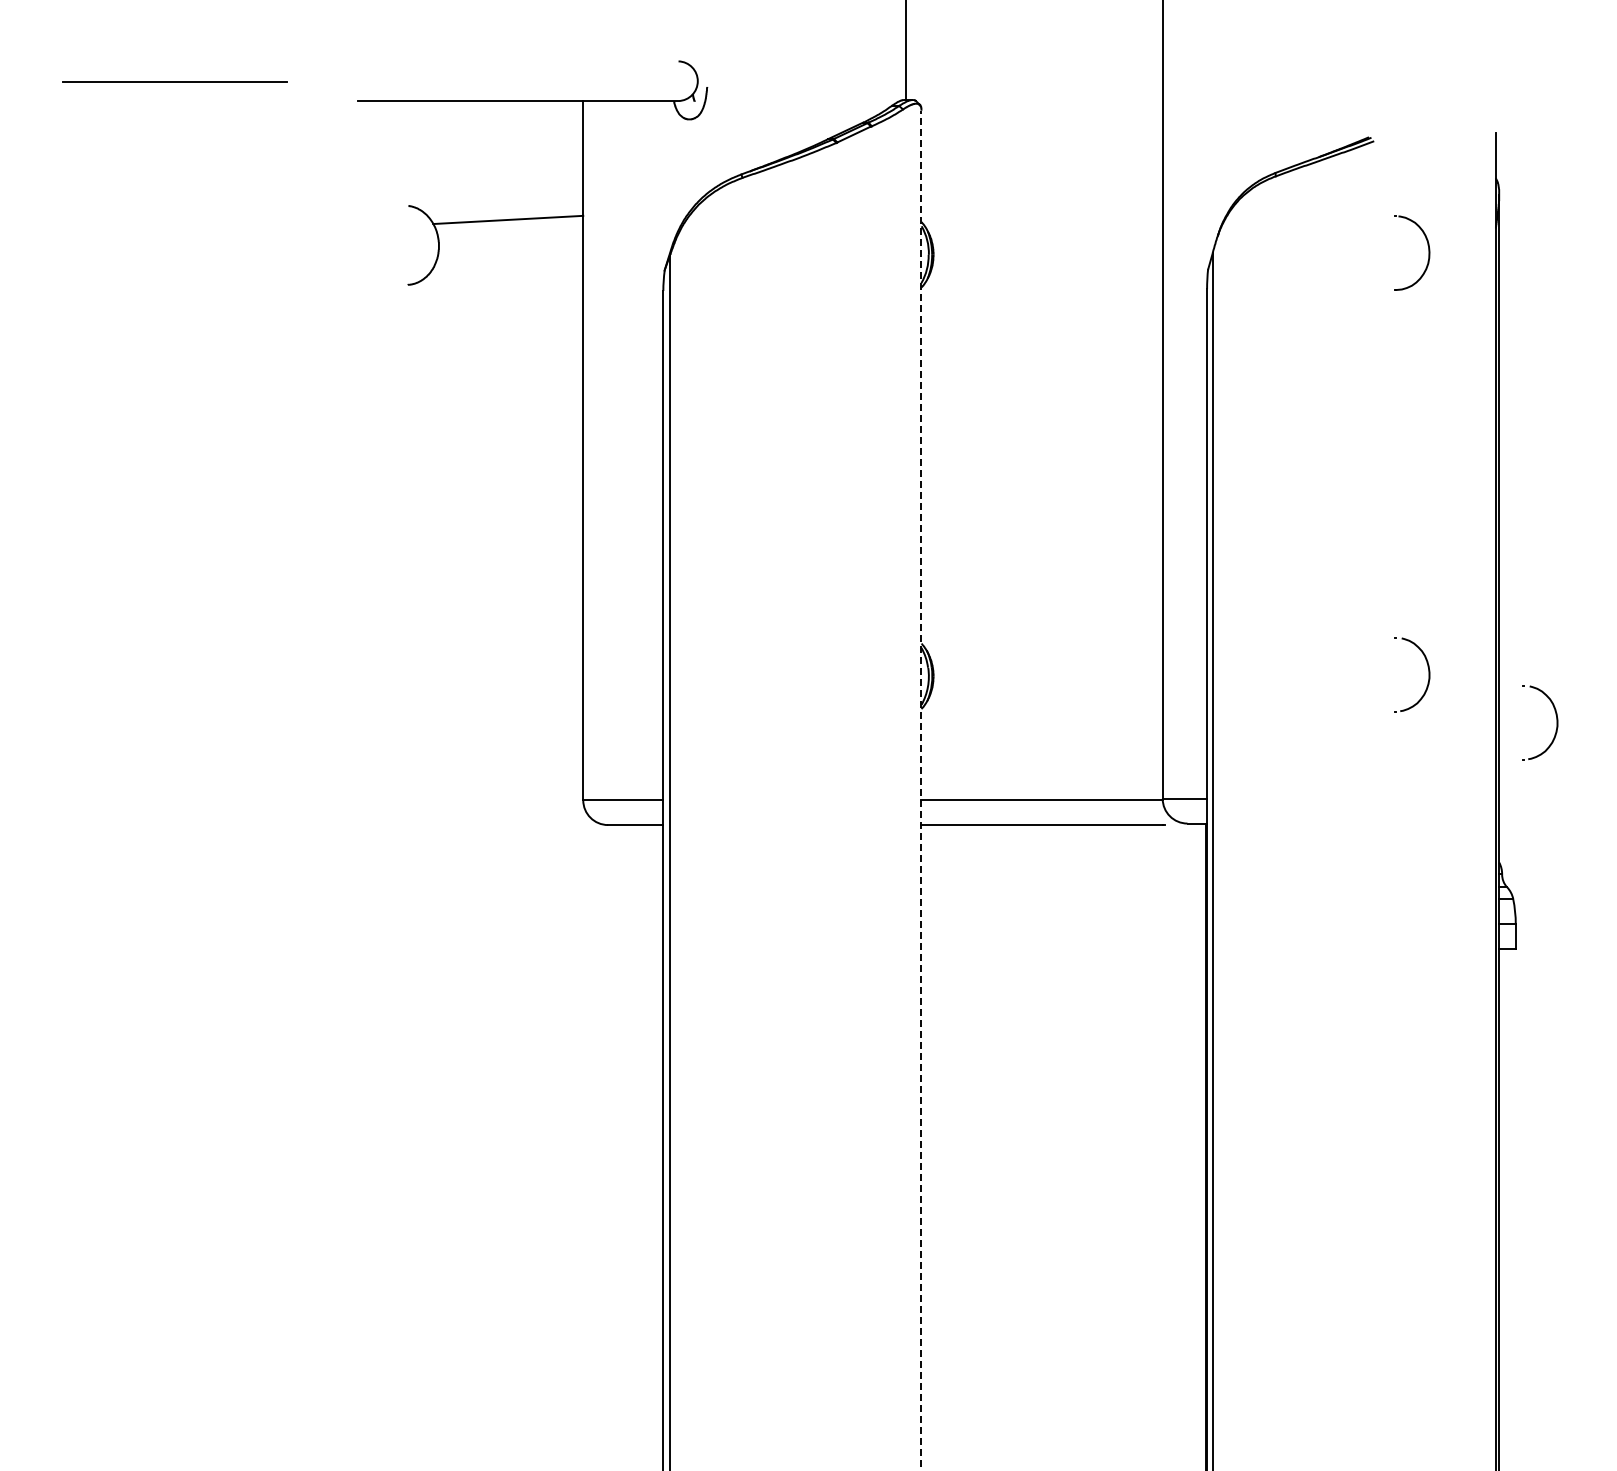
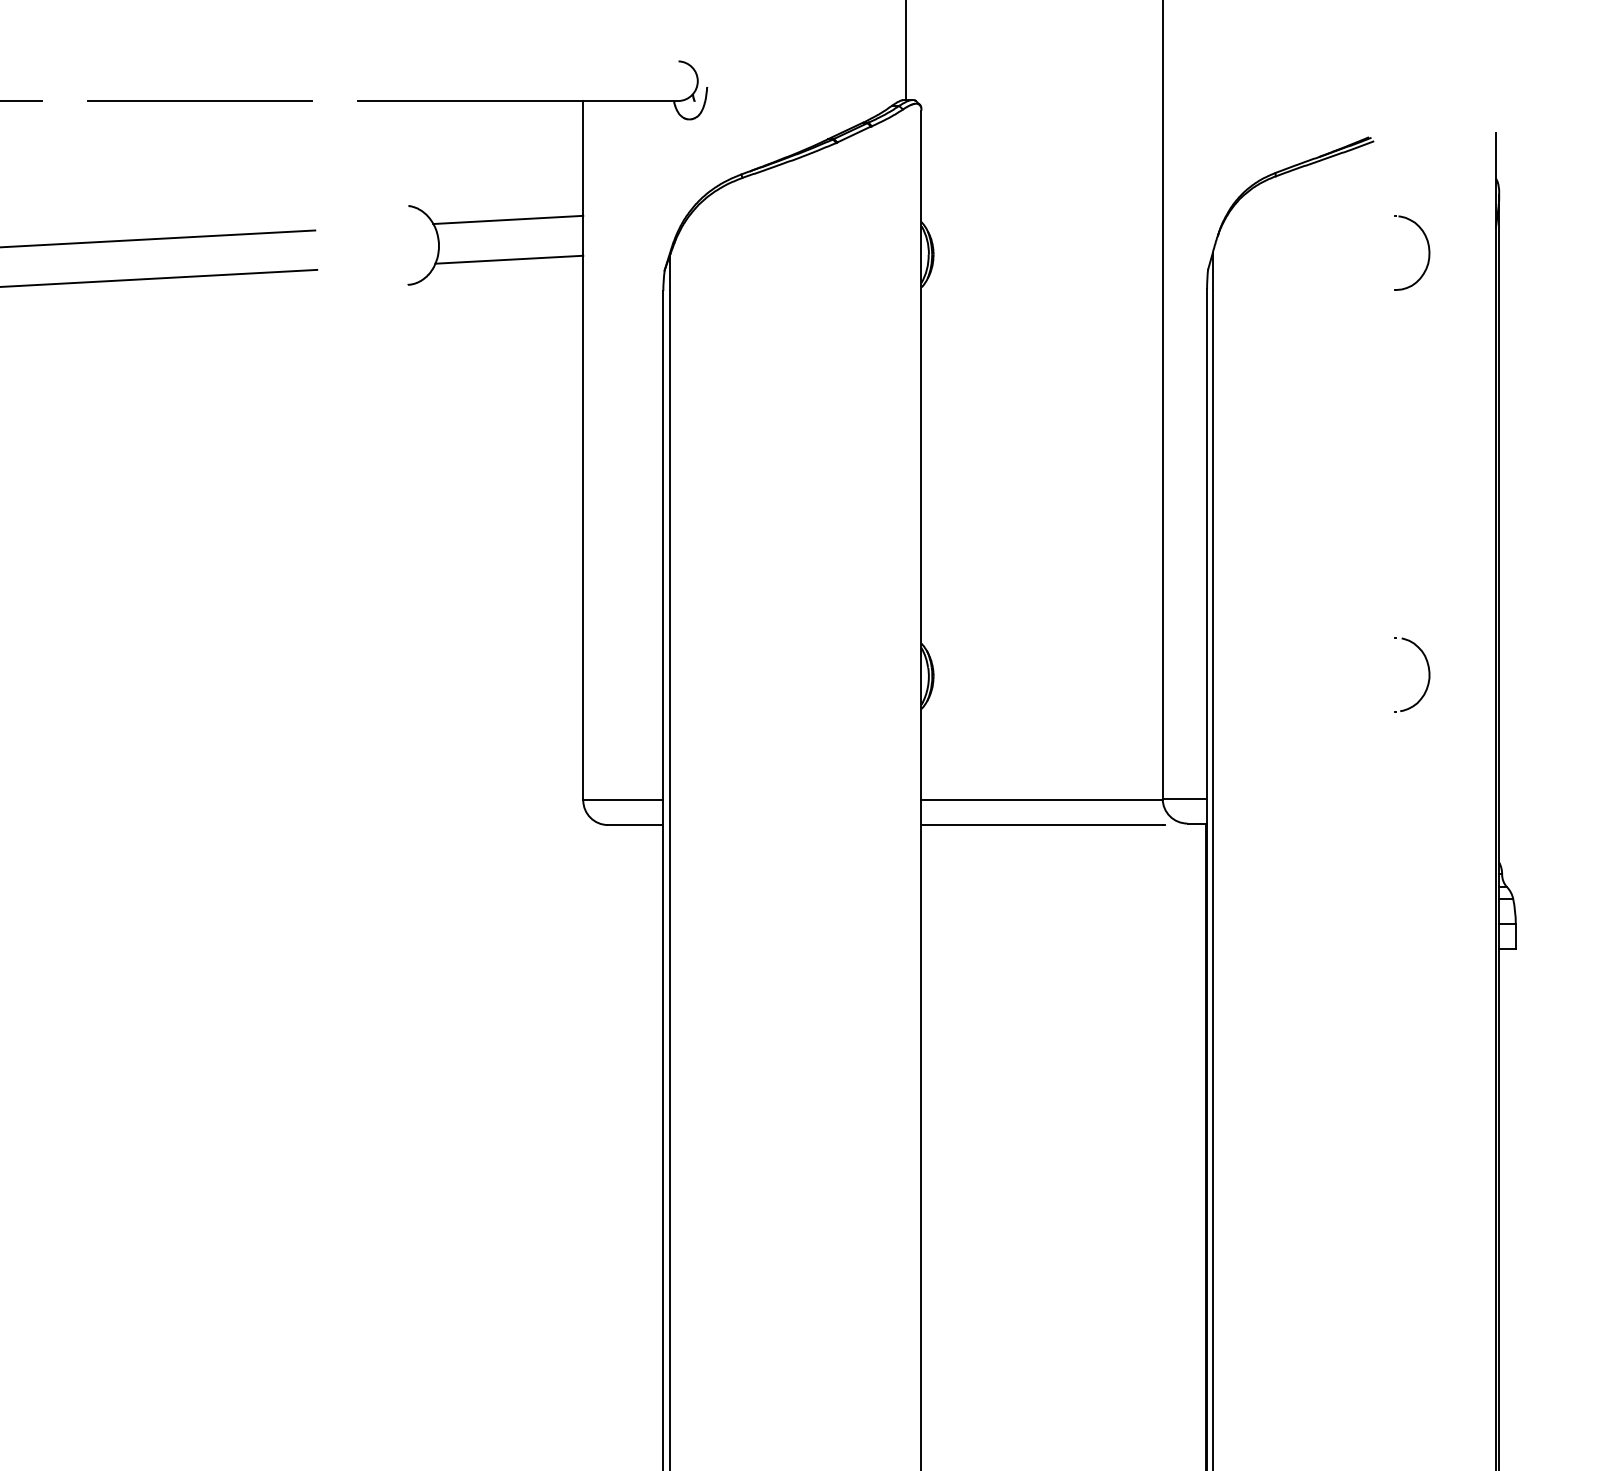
line at (174, 81) position: (174, 81) -> (199, 100)
line at (22, 101): none -> present
line at (158, 238): none -> present
line at (509, 259): none -> present
line at (159, 277): none -> present
part at (1556, 722): present -> none
line at (921, 790): dashed -> solid
